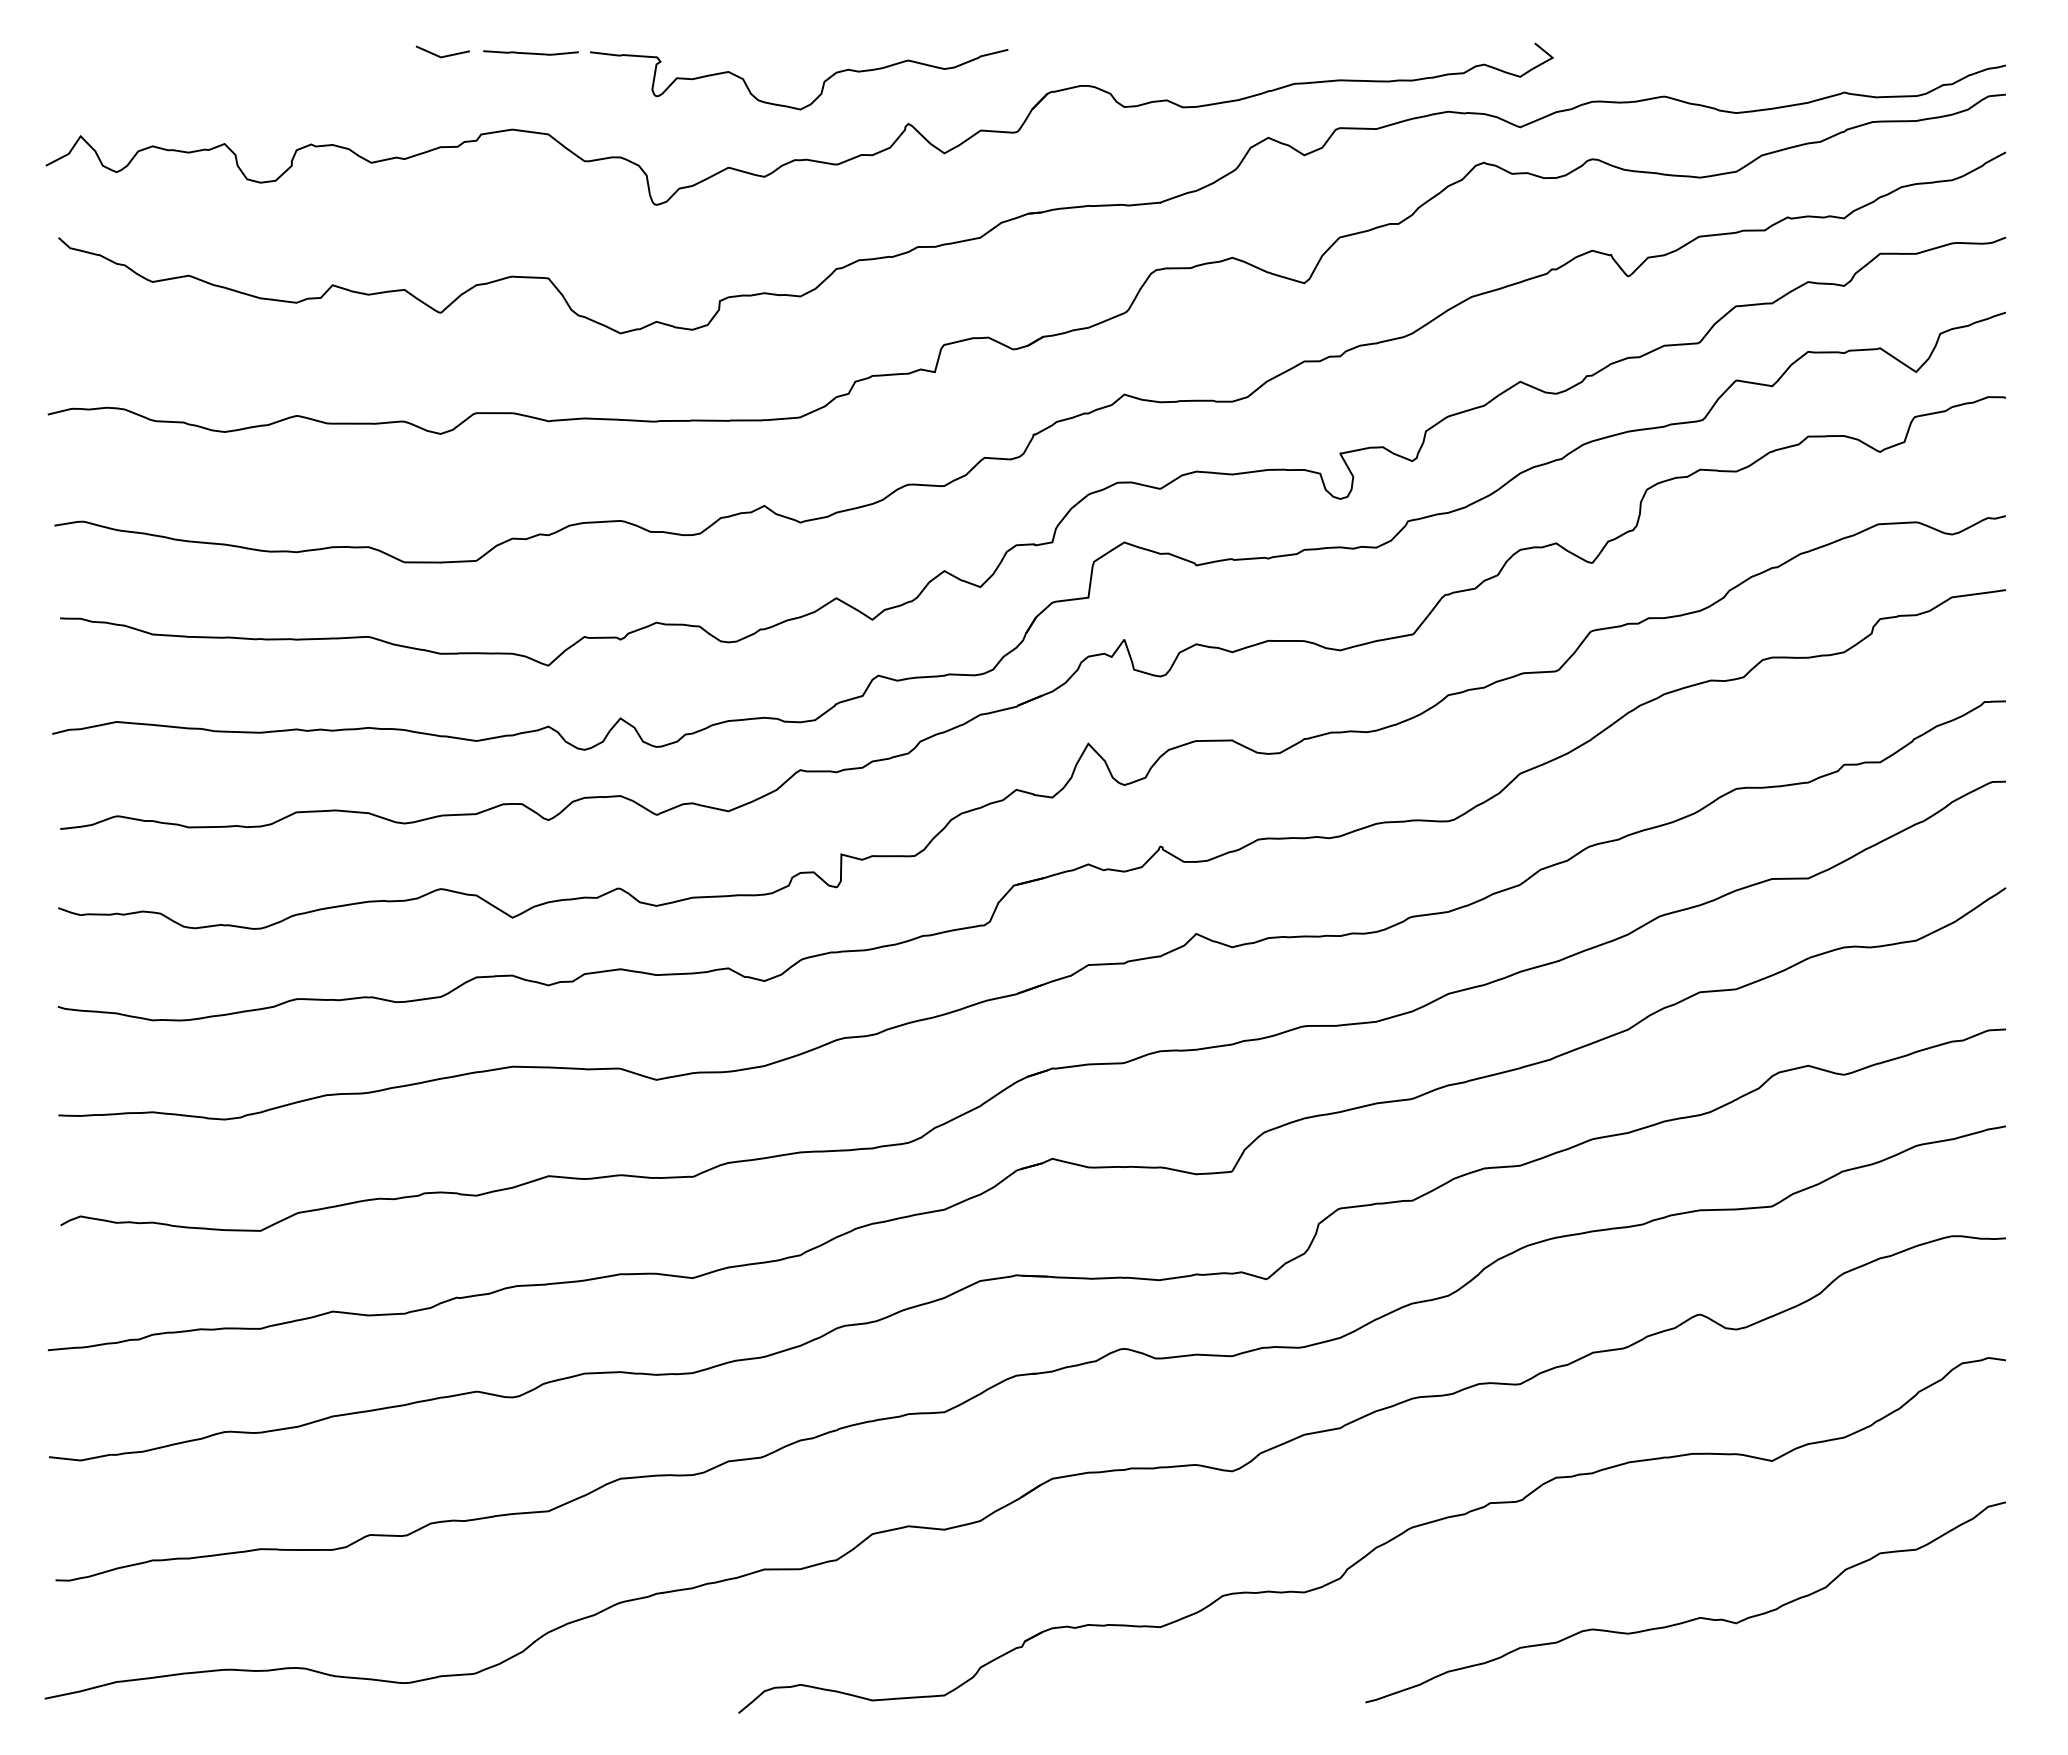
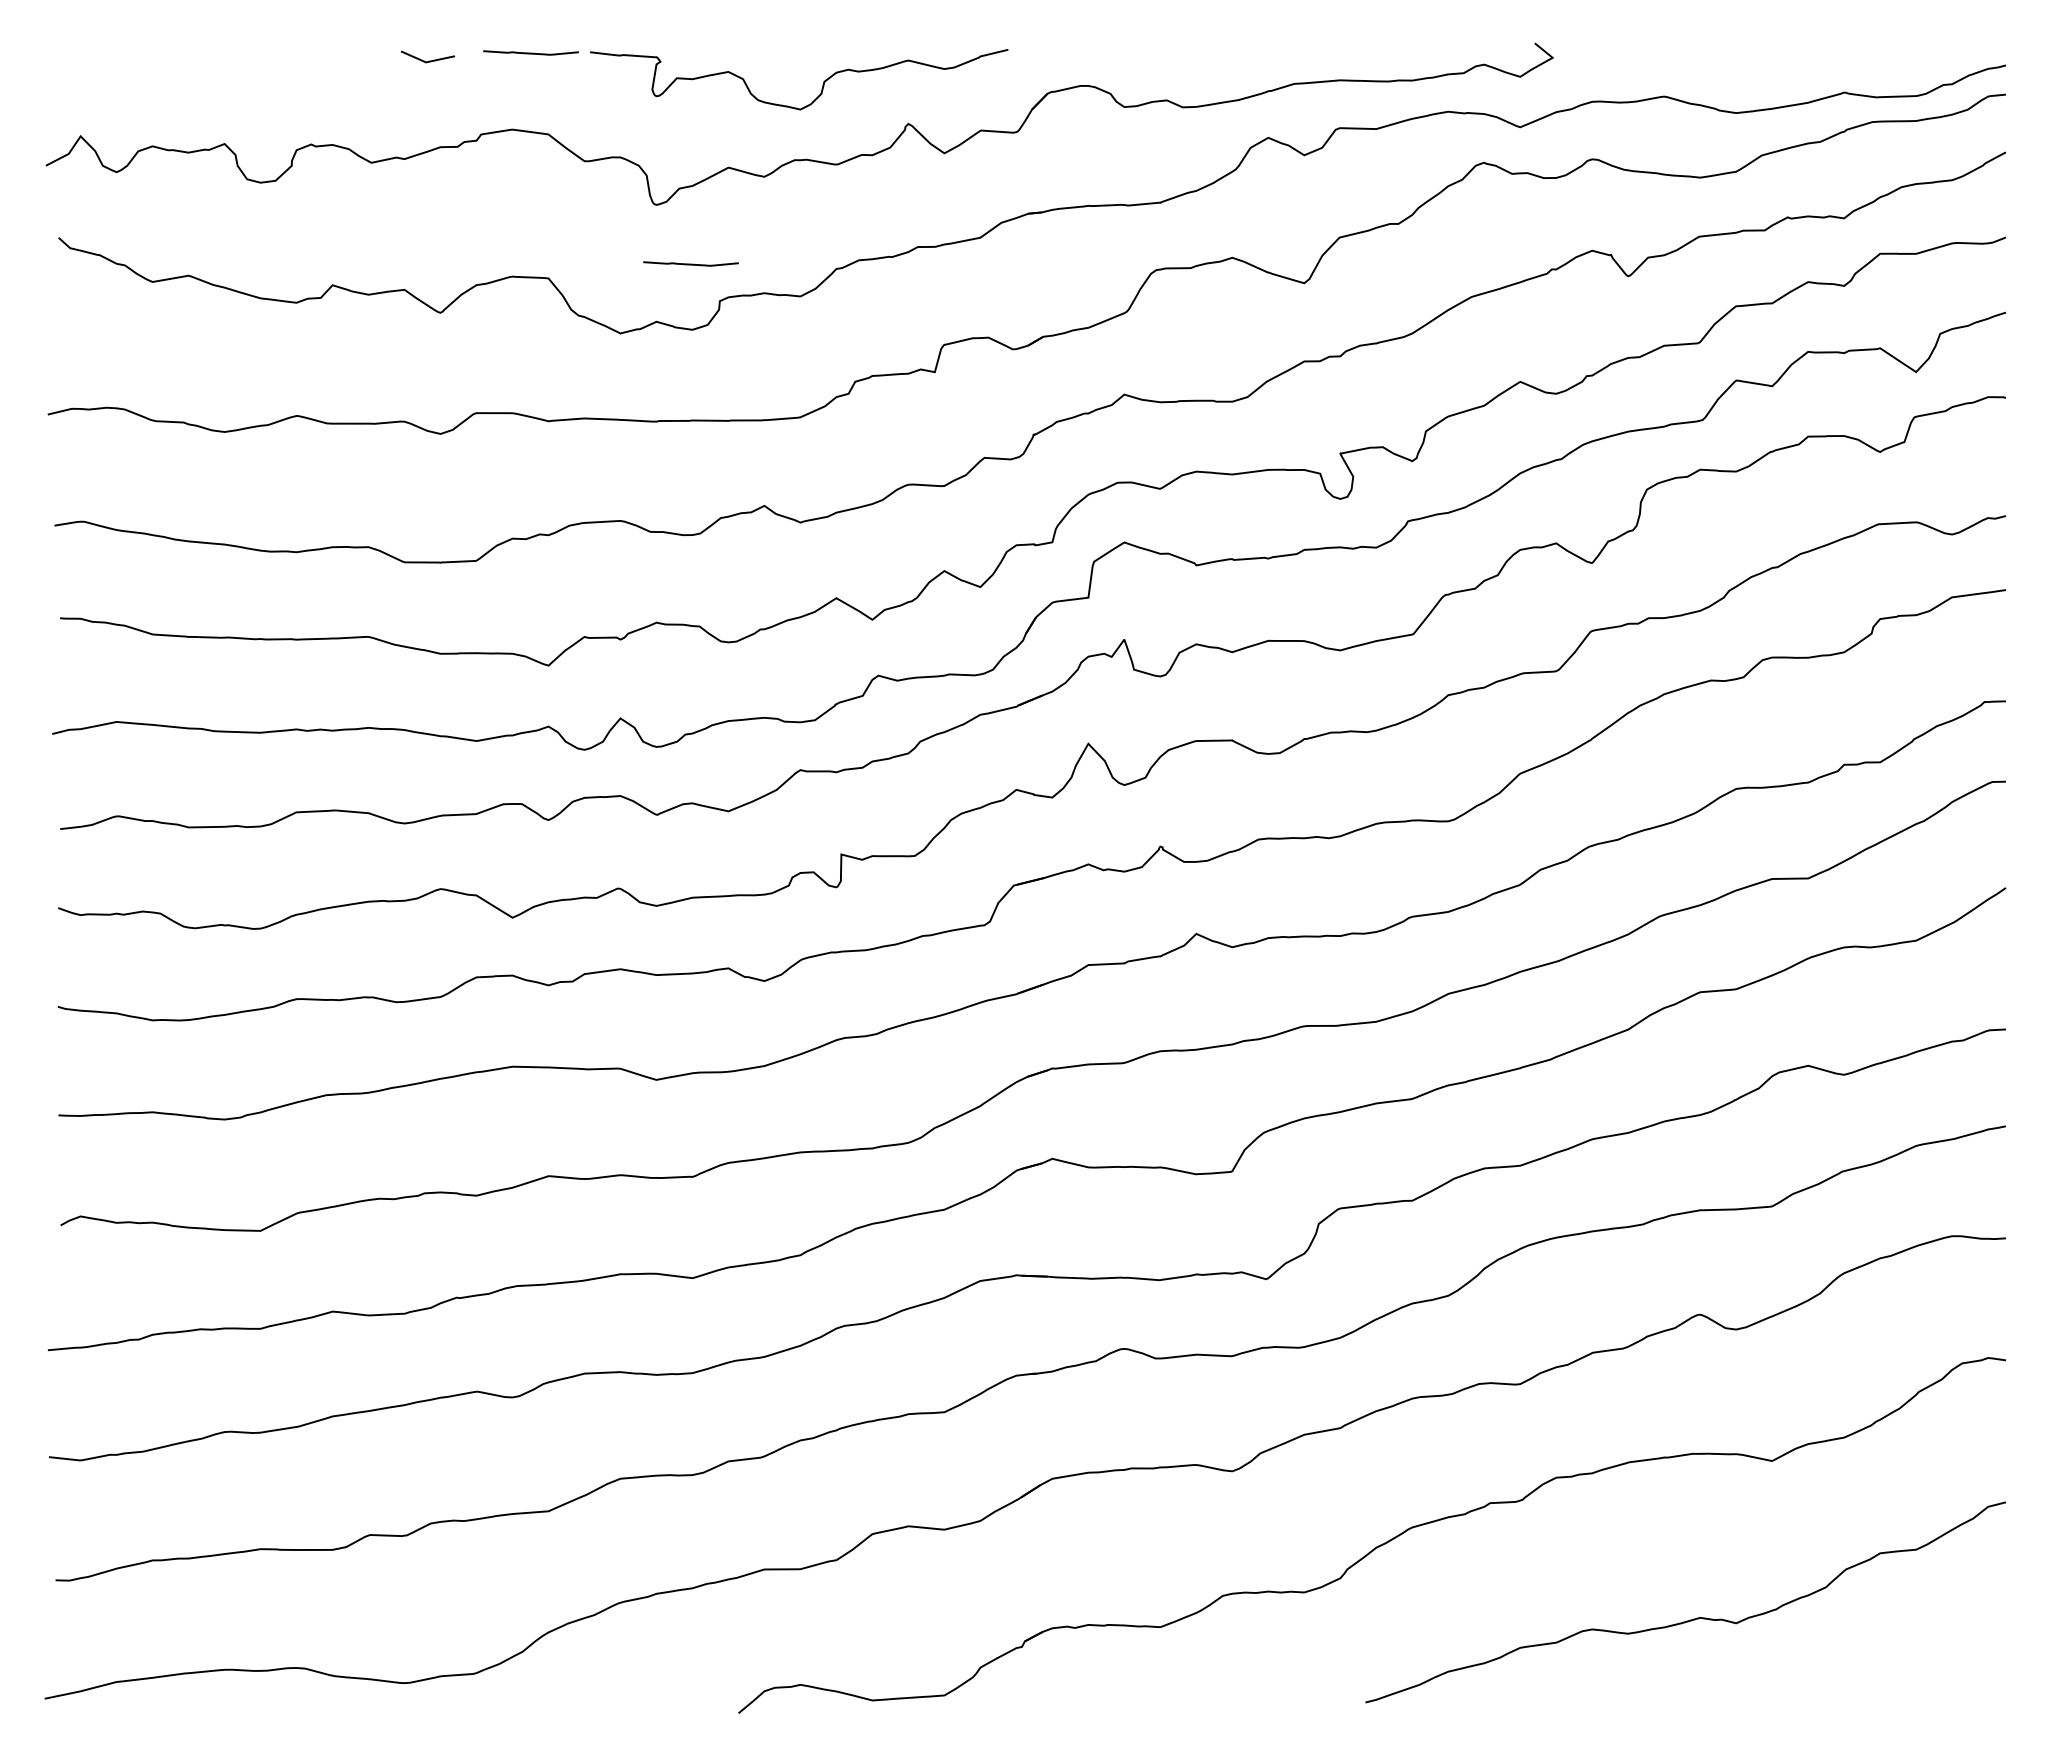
line at (443, 55) position: (443, 55) -> (428, 60)
curve at (690, 263): none -> present
